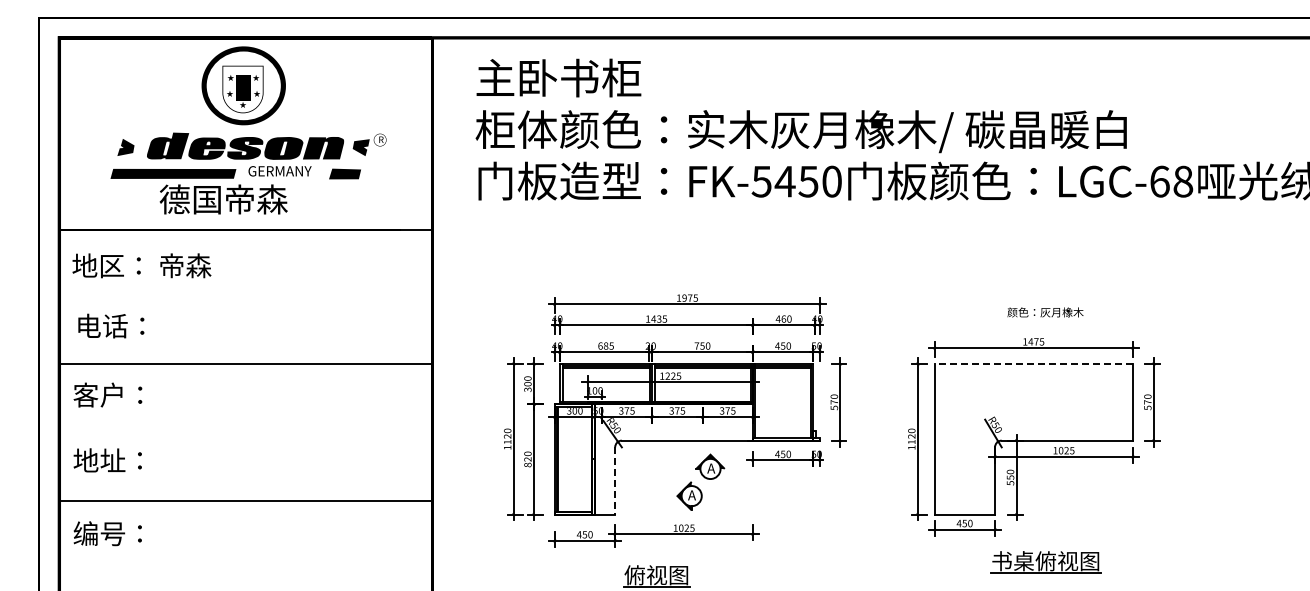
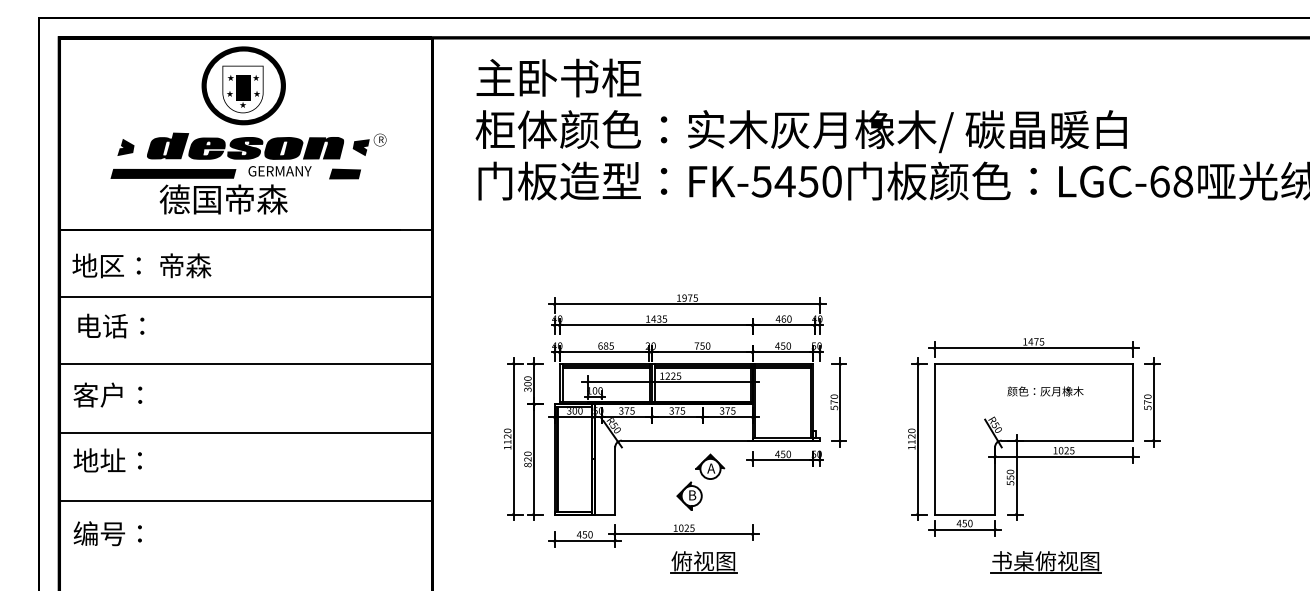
line at (245, 297): none -> present
text at (1045, 312) position: (1045, 312) -> (1045, 391)
line at (1033, 364): dashed -> solid
line at (245, 432): none -> present
line at (615, 480): dashed -> solid
text at (692, 495): A -> B
part at (656, 576) position: (656, 576) -> (703, 562)
